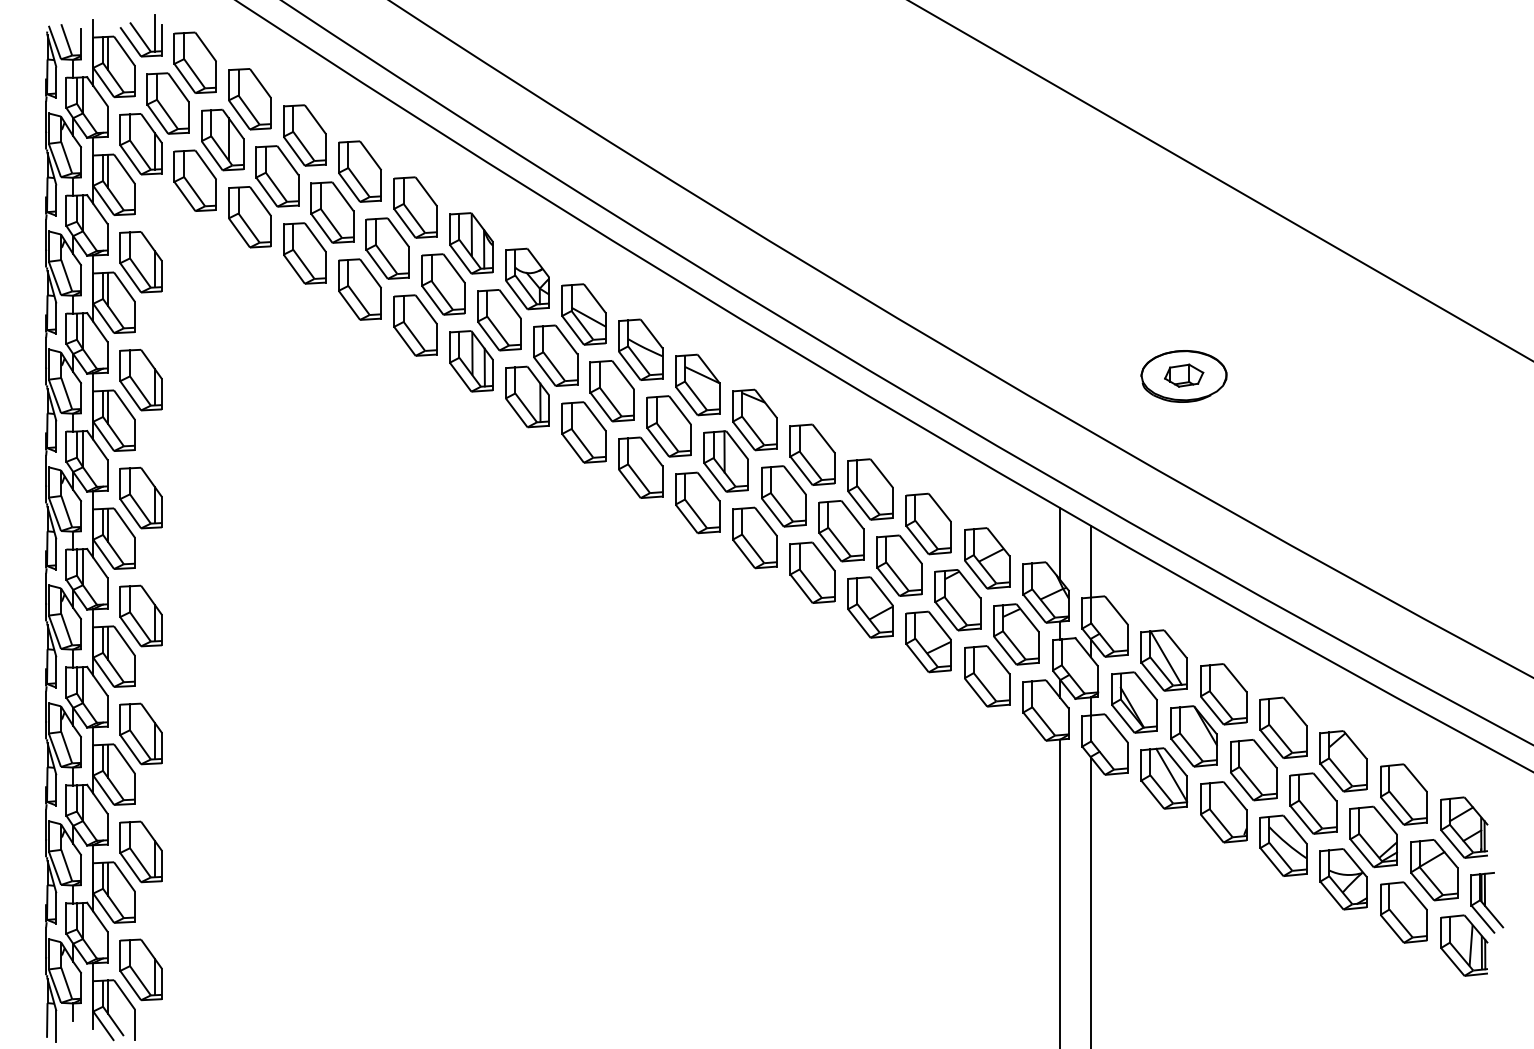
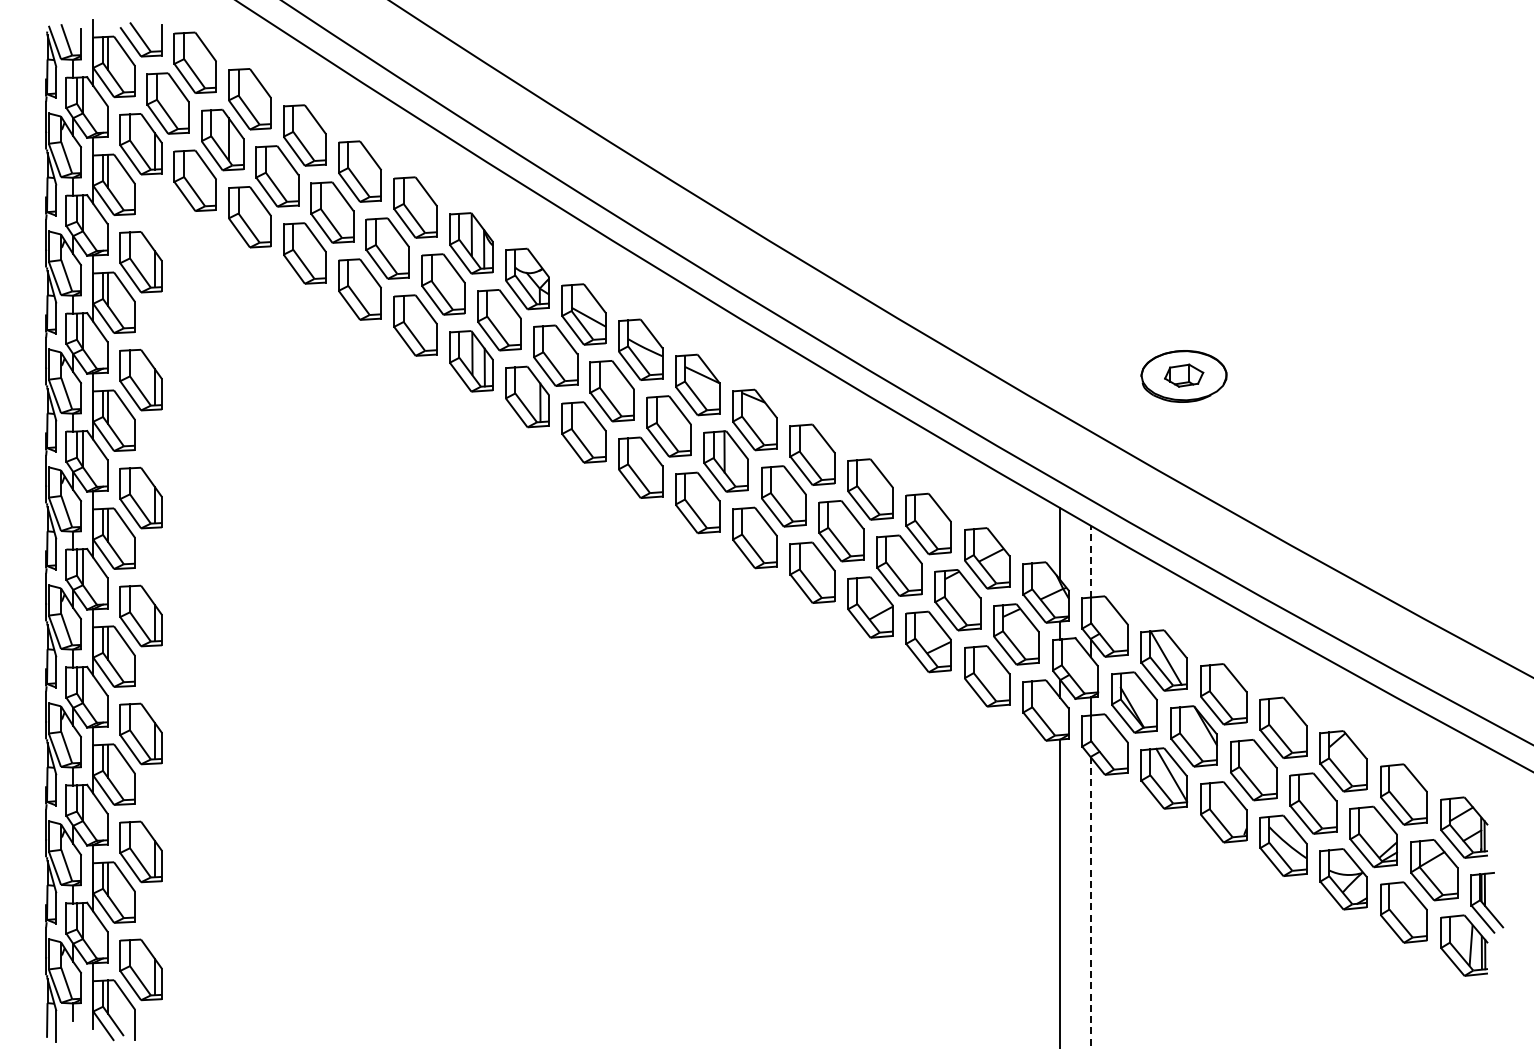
line at (155, 33): present -> none
line at (1220, 180): present -> none
line at (1090, 561): solid -> dashed
line at (1090, 902): solid -> dashed
